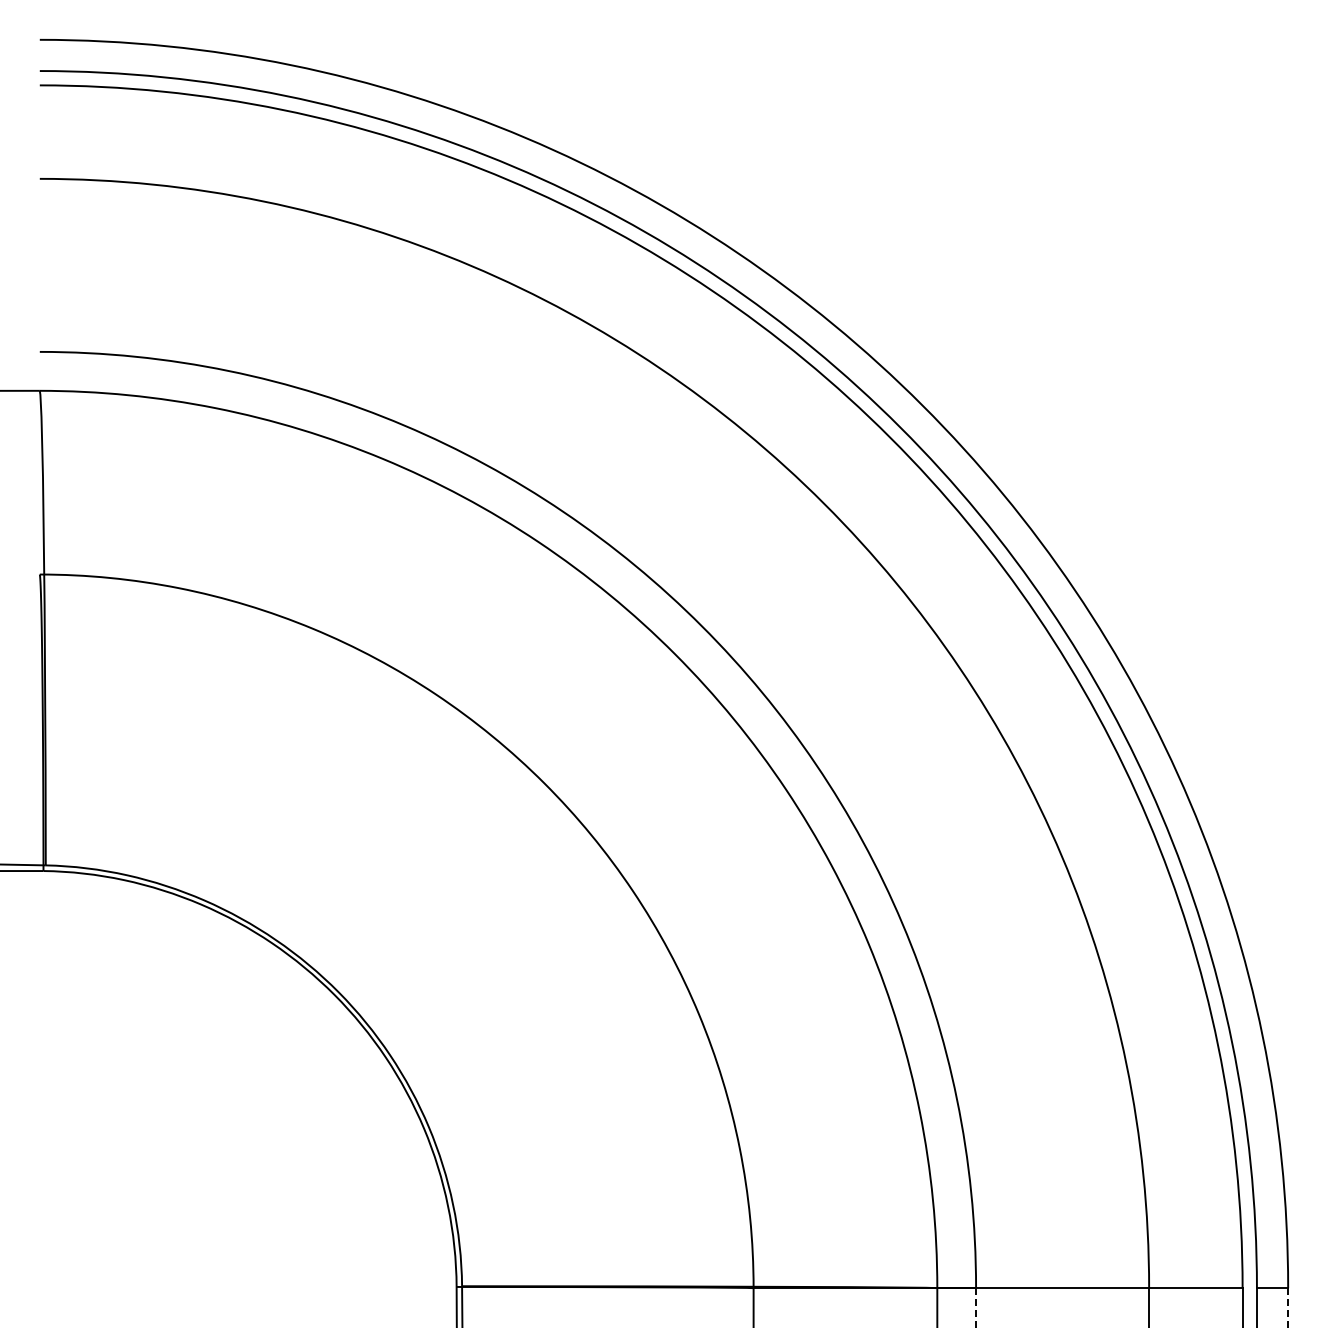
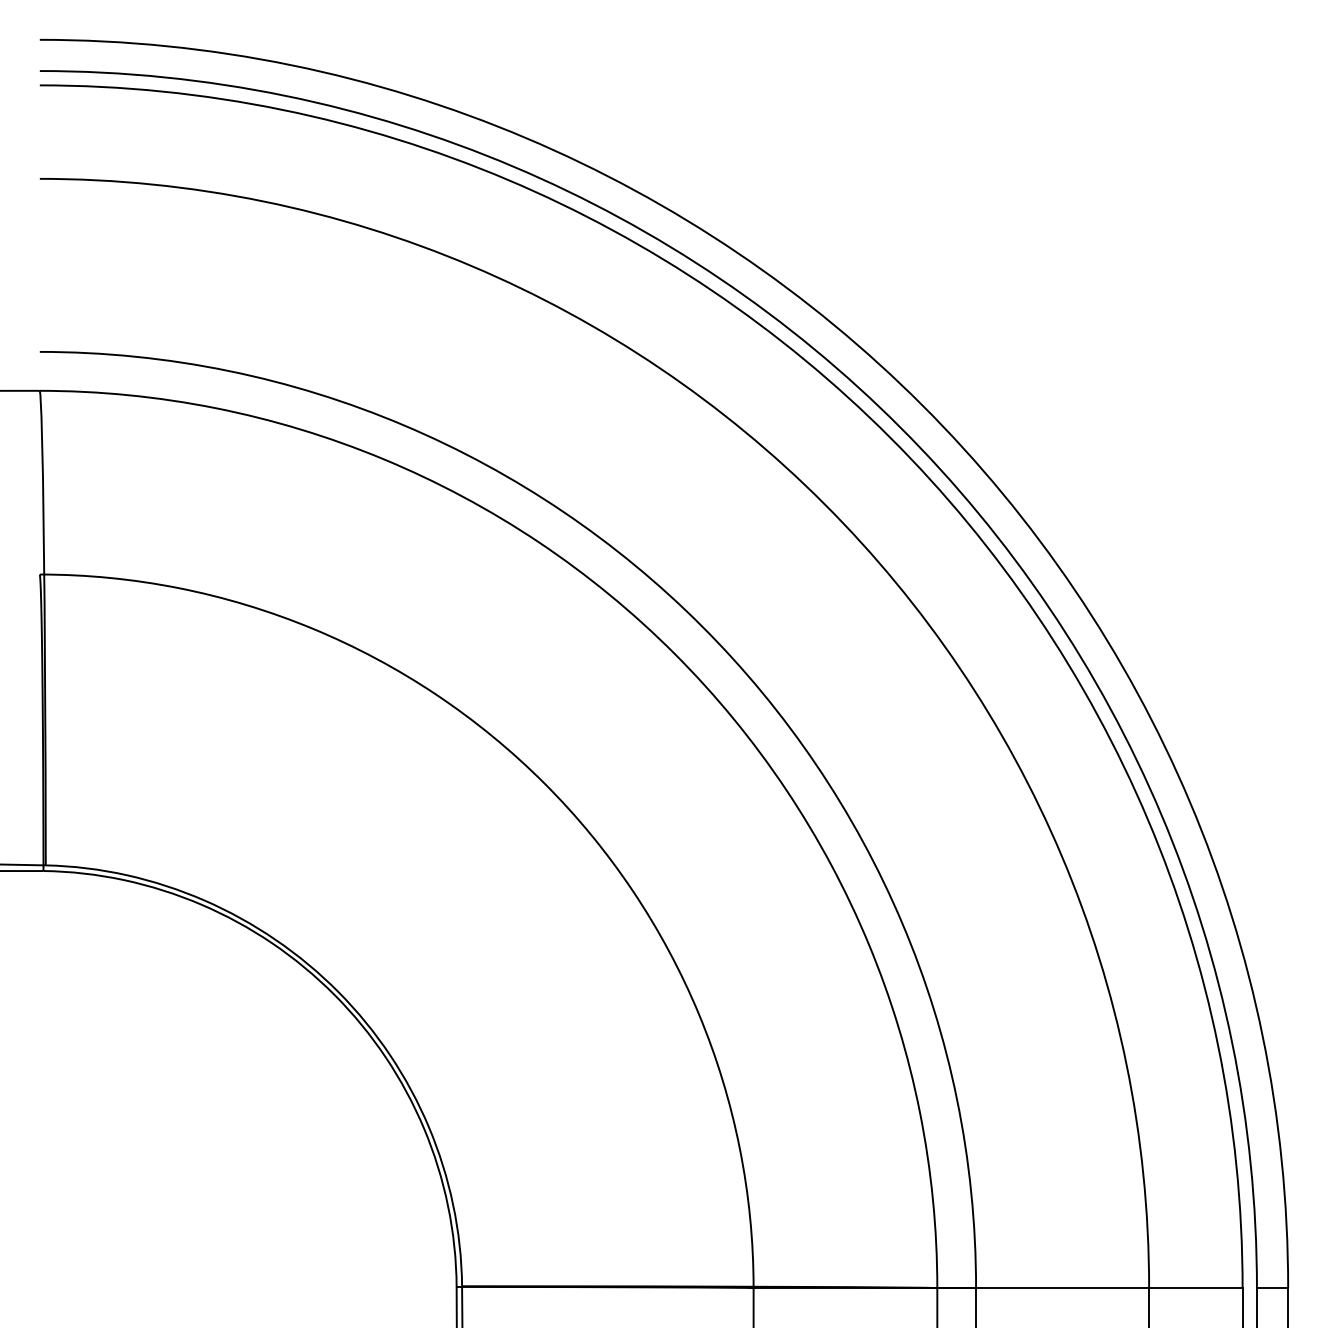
line at (976, 1308): dashed -> solid
line at (1288, 1308): dashed -> solid
